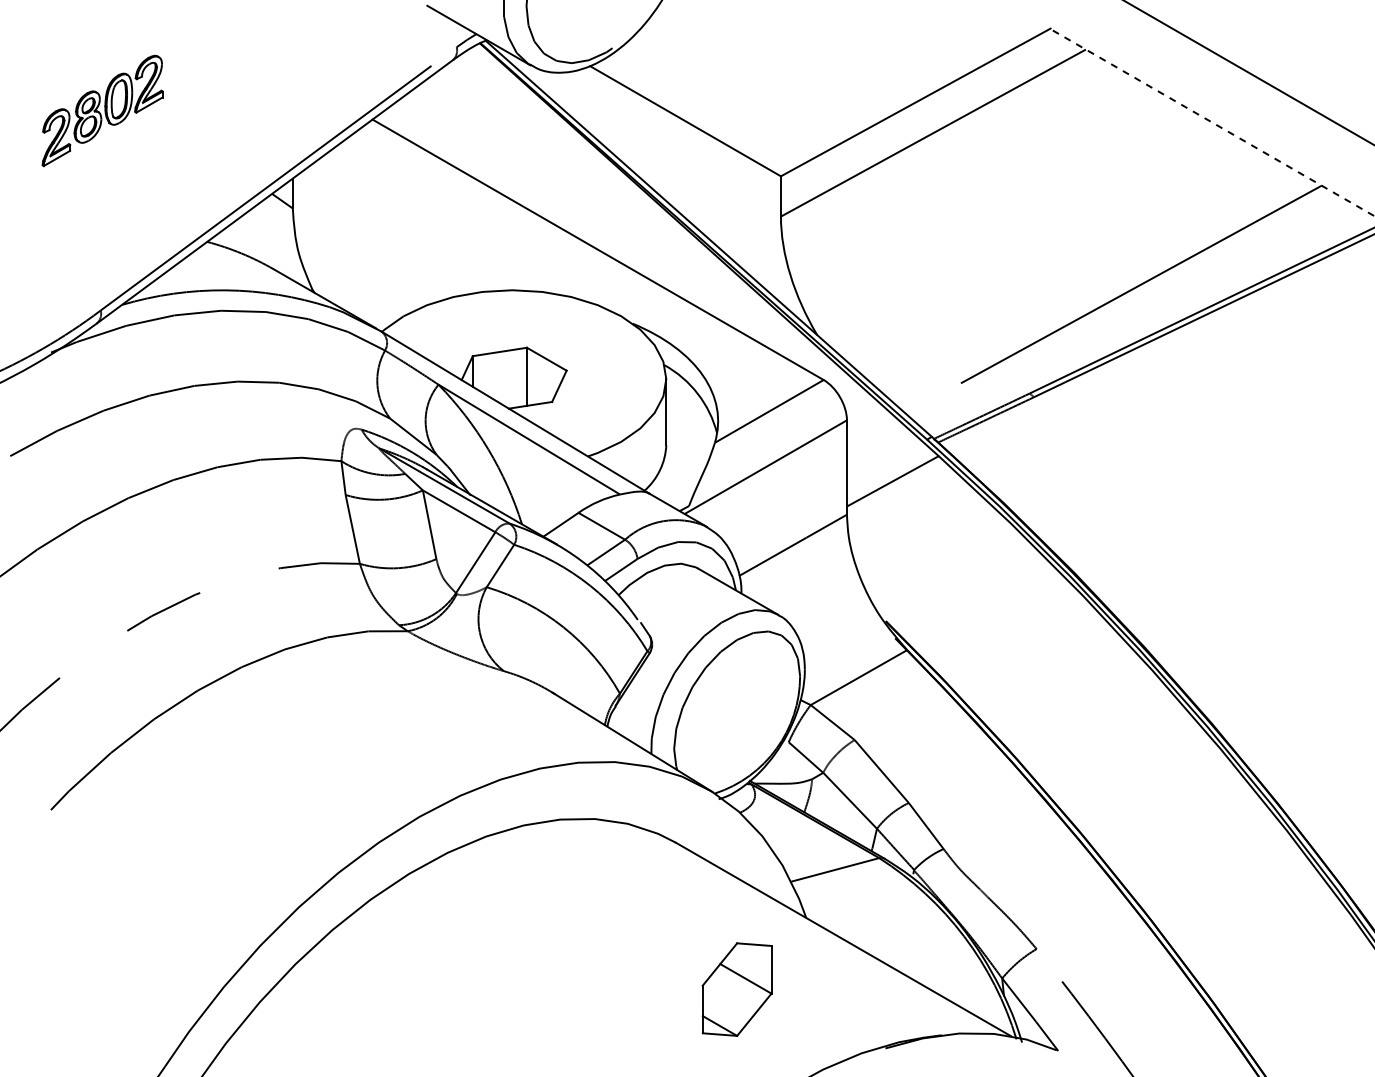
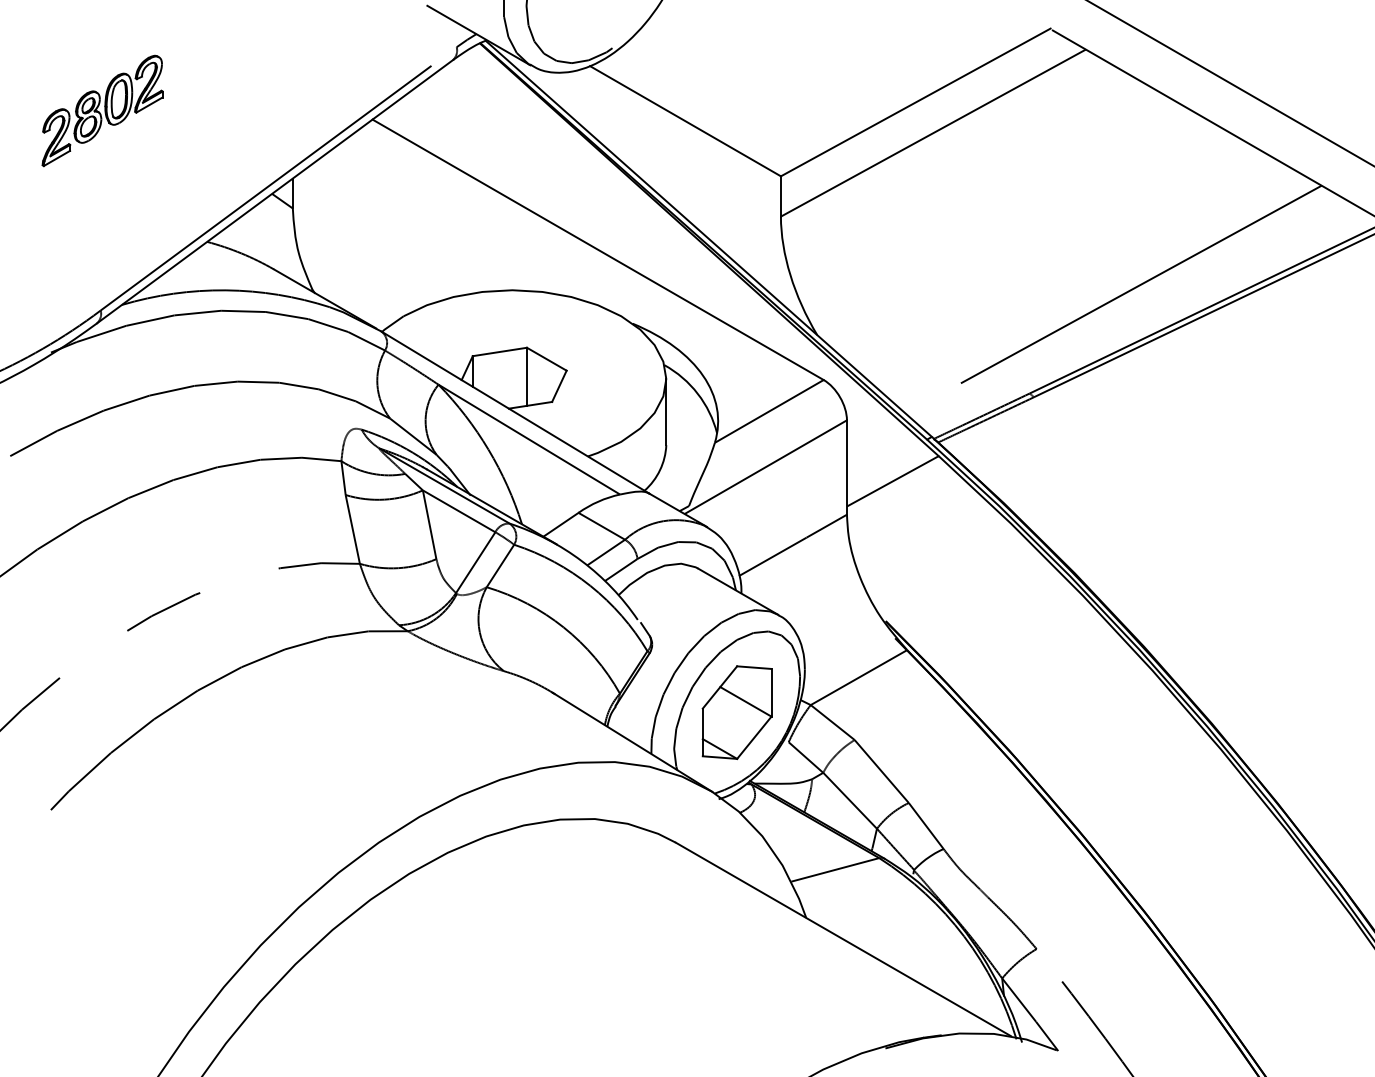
line at (1248, 72) position: (1248, 72) -> (1230, 83)
line at (1213, 123): dashed -> solid
part at (736, 989) position: (736, 989) -> (736, 712)
